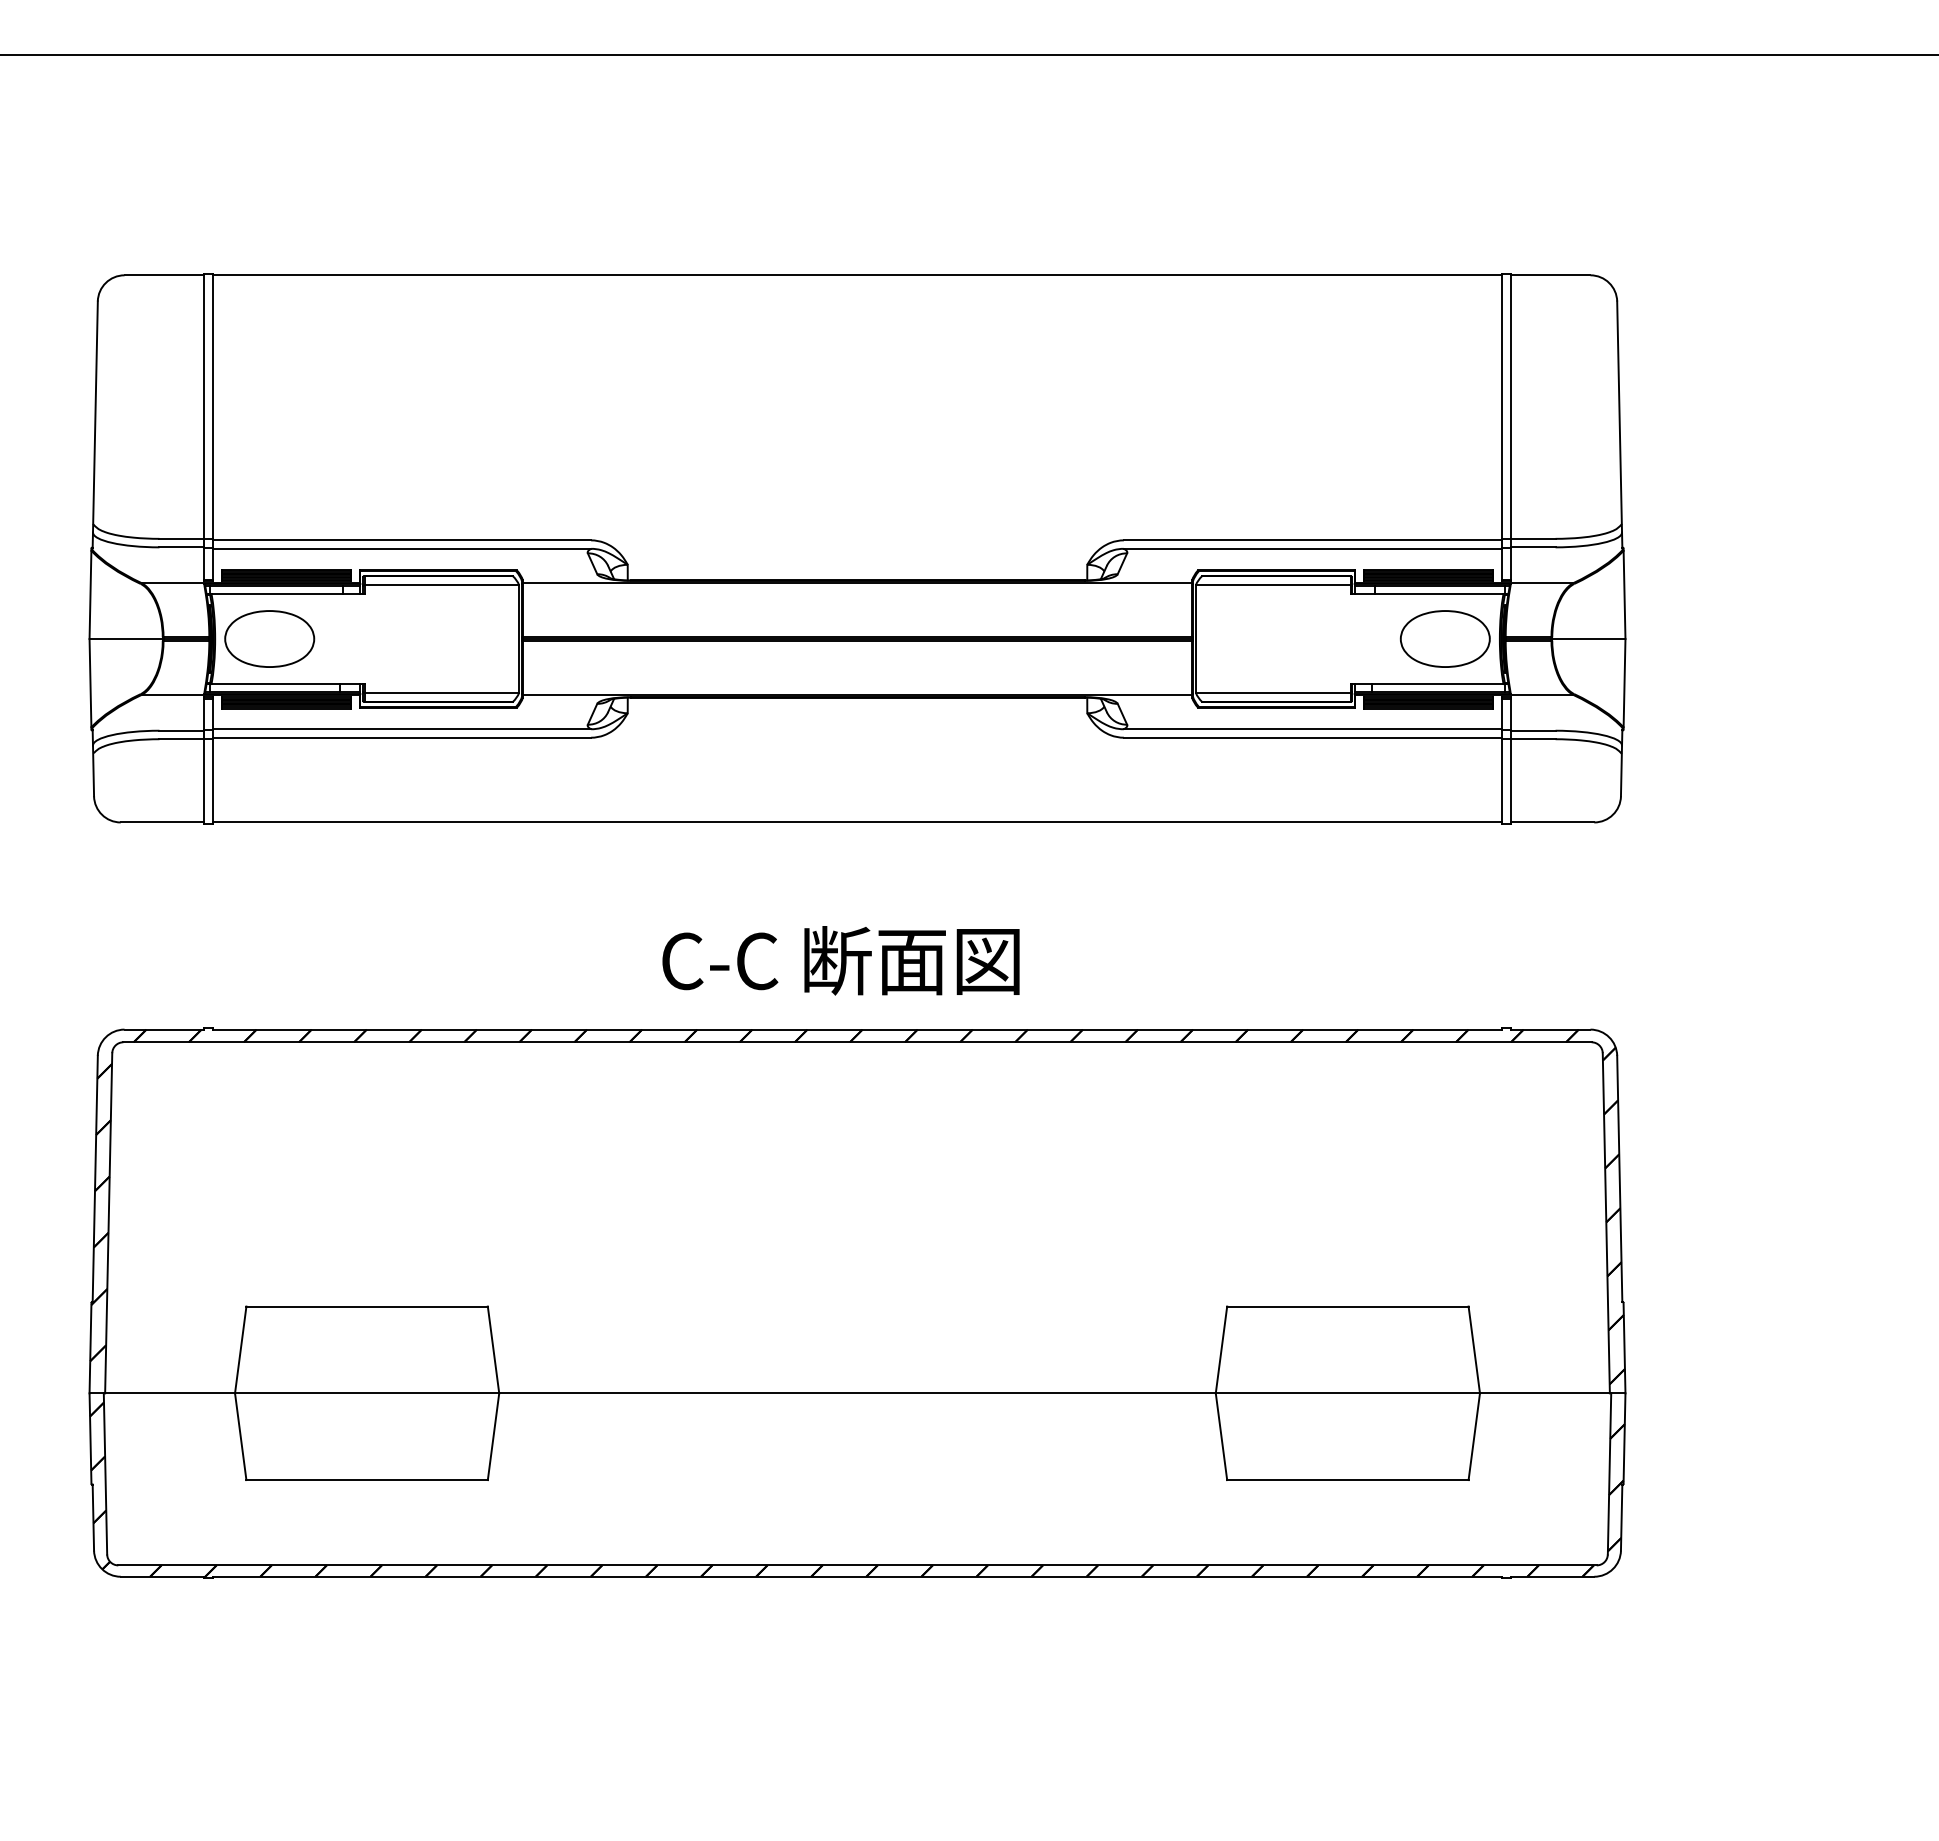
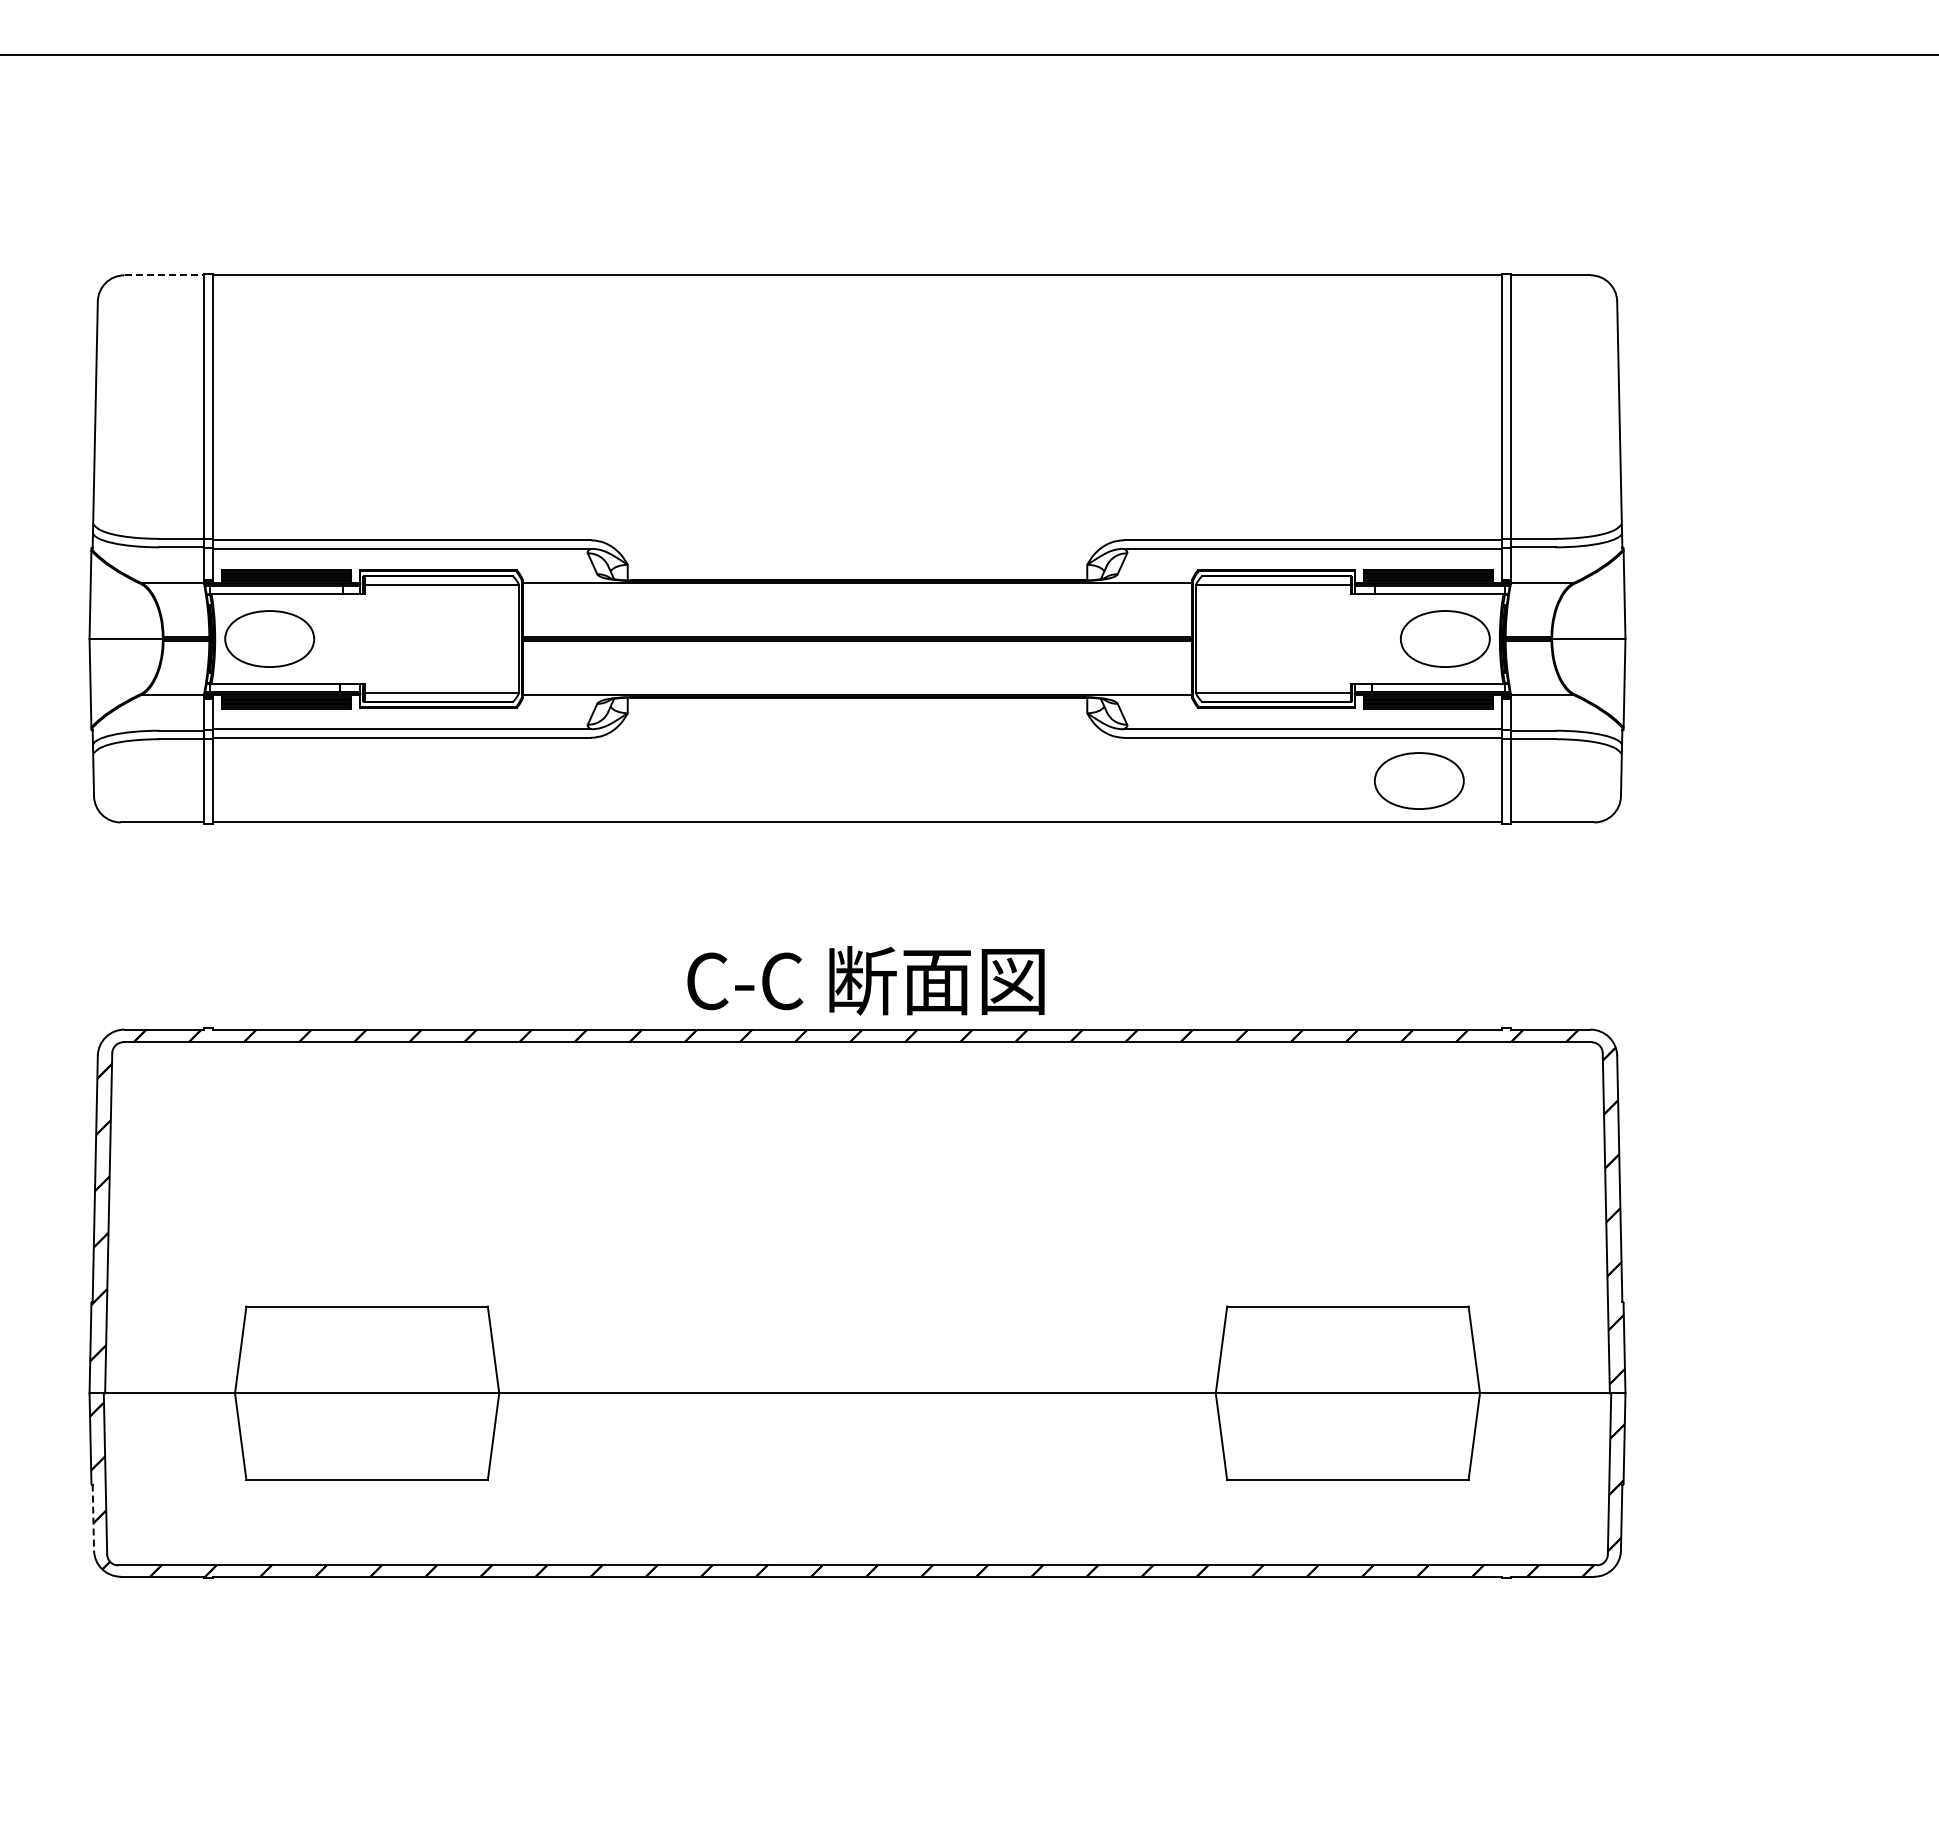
line at (164, 275): solid -> dashed
part at (1418, 780): none -> present
text at (840, 960) position: (840, 960) -> (865, 980)
line at (93, 1518): solid -> dashed
